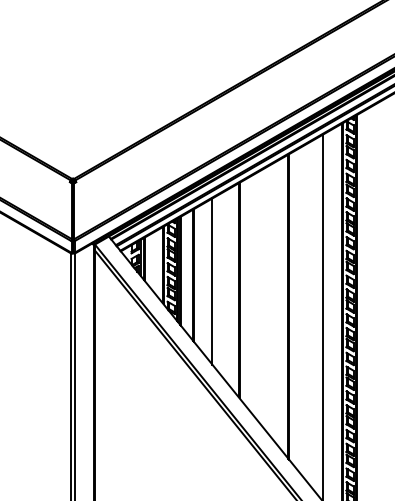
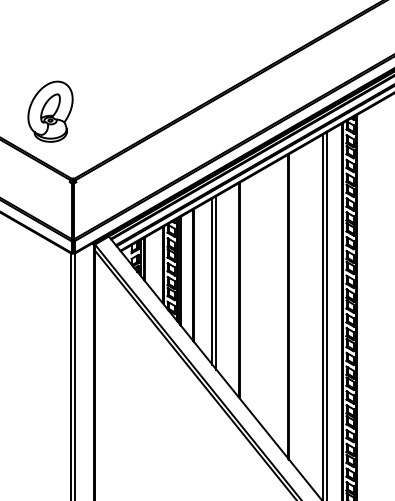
part at (50, 111): none -> present
line at (216, 282): none -> present
line at (326, 314): none -> present
